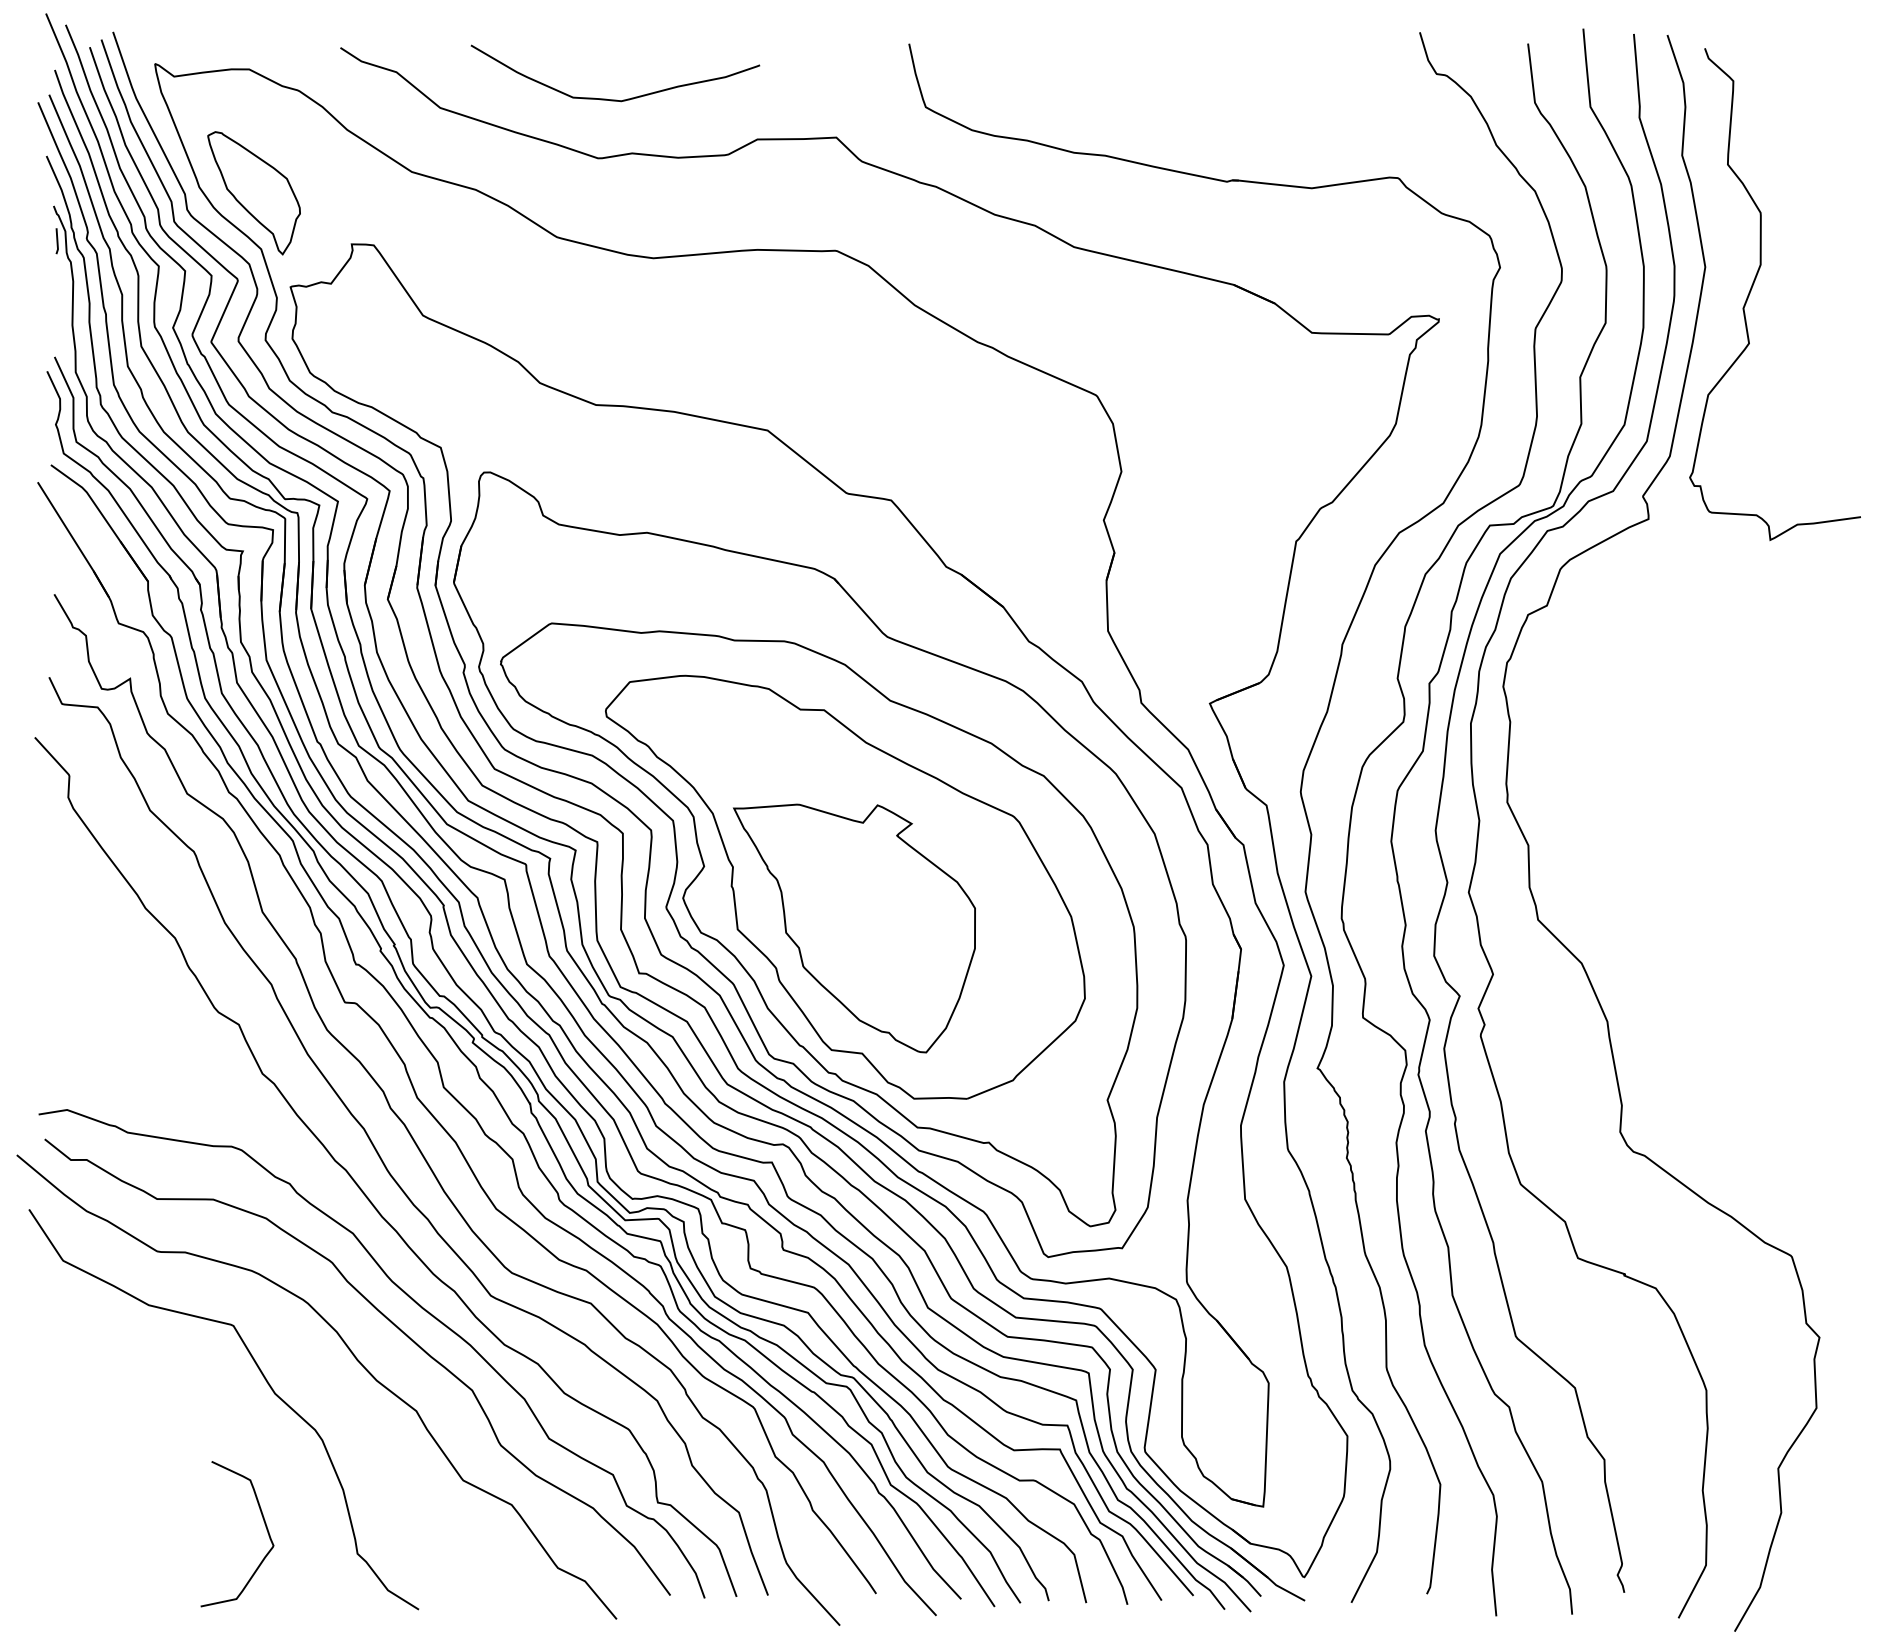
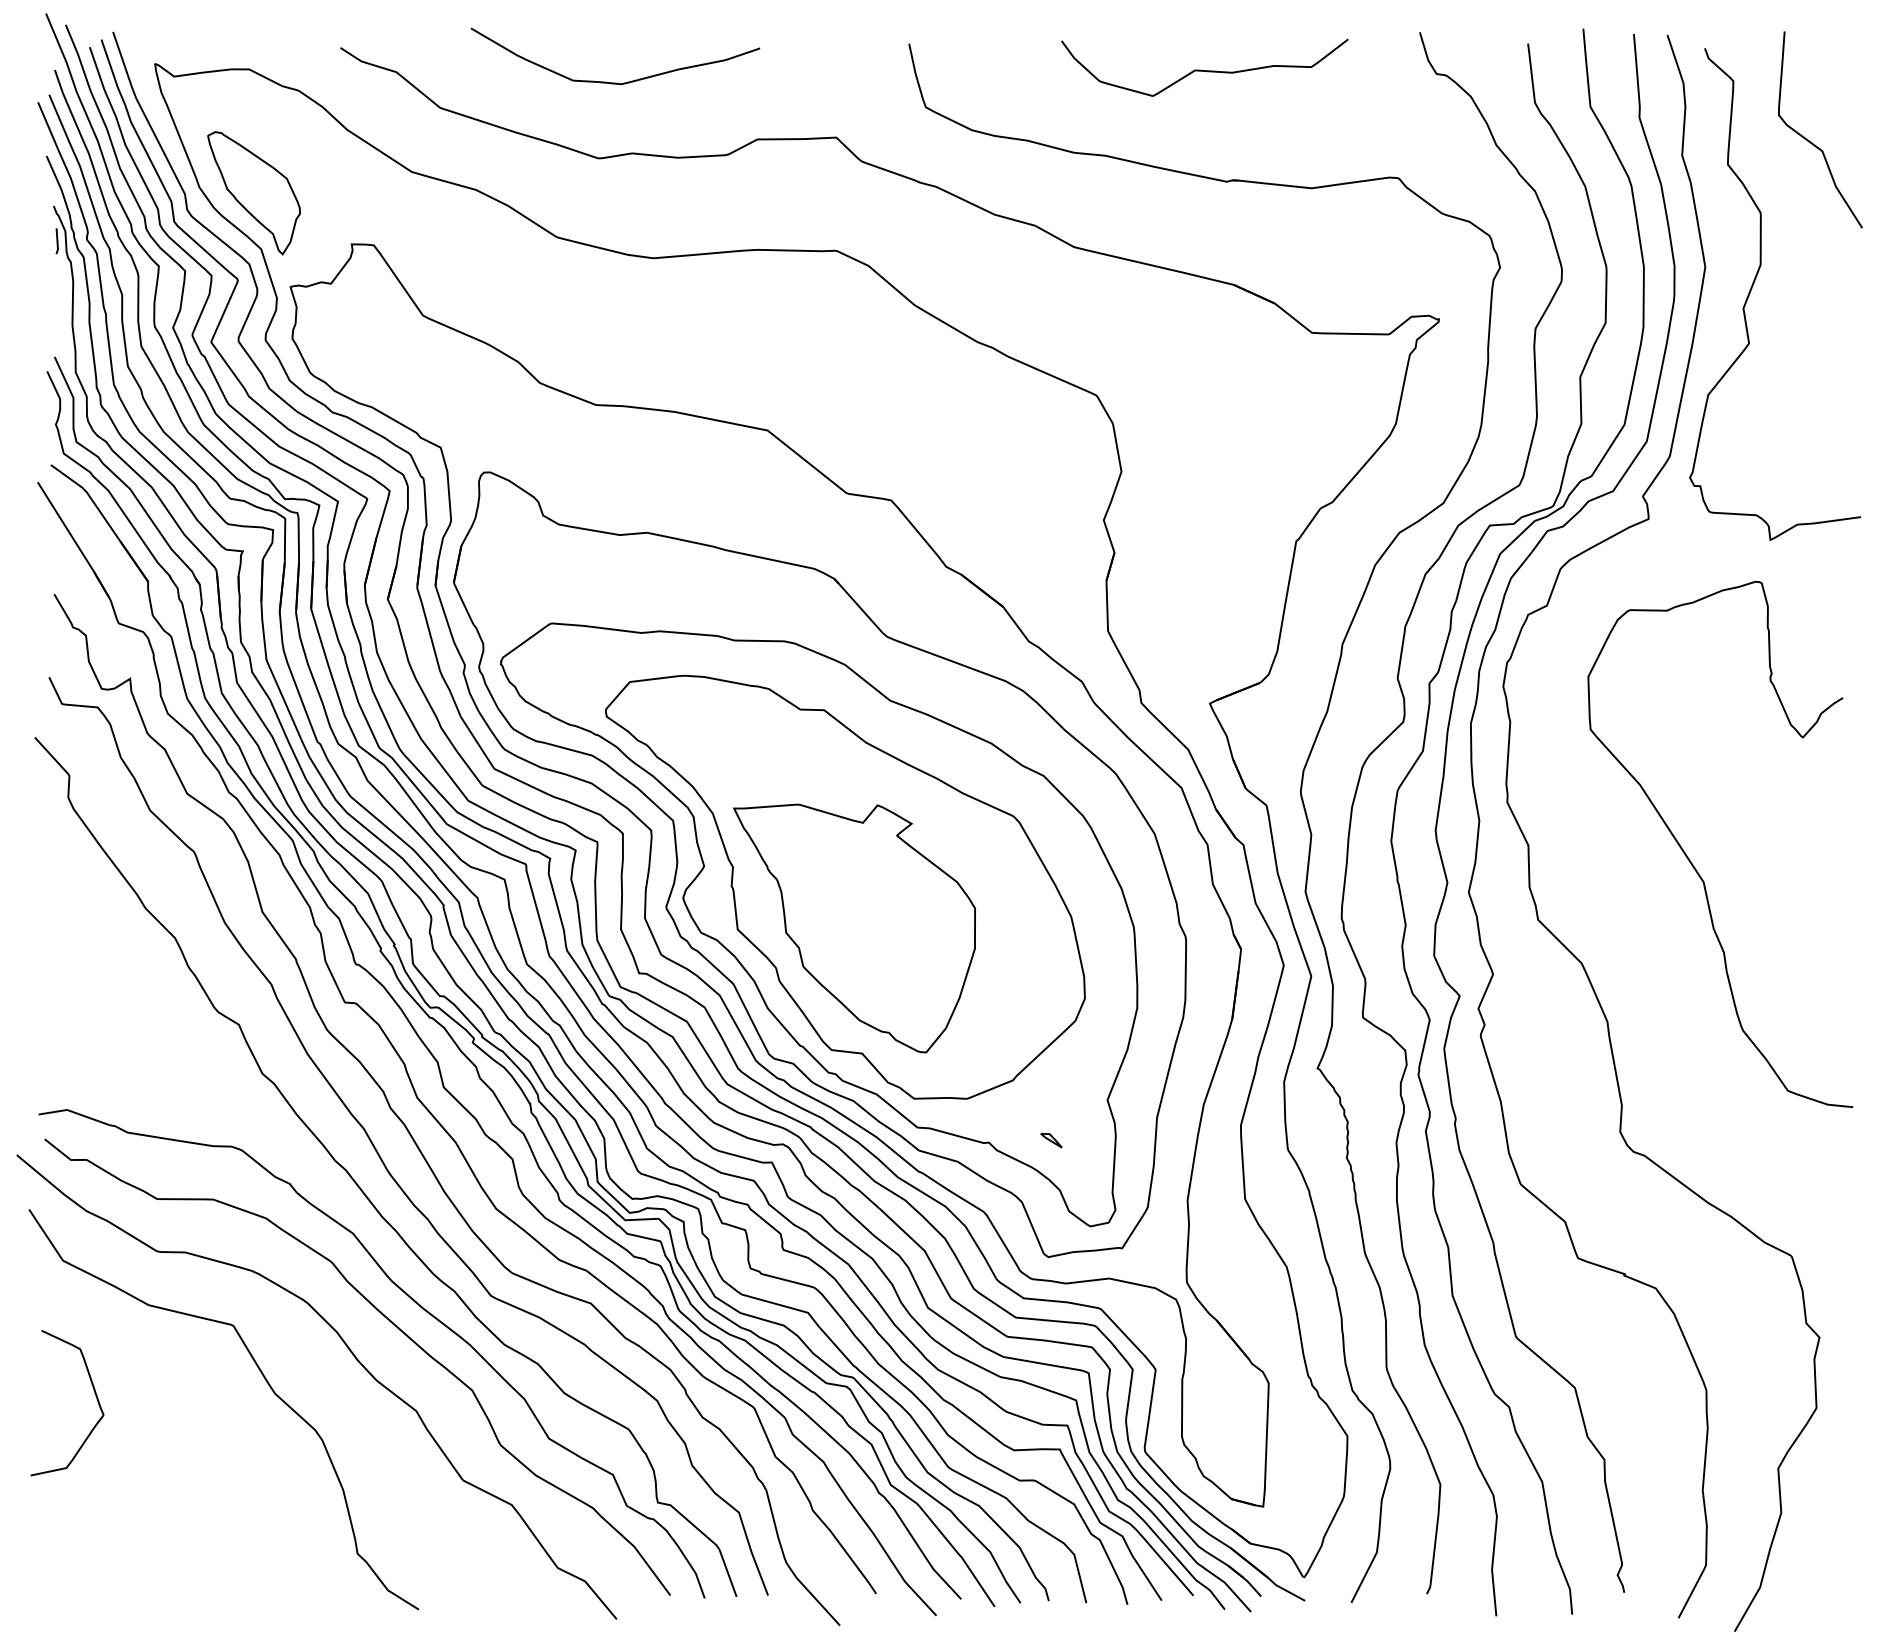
curve at (1204, 70): none -> present
curve at (615, 99) position: (615, 99) -> (615, 82)
curve at (1812, 142): none -> present
curve at (1691, 861): none -> present
part at (1051, 1140): none -> present
curve at (264, 1524) position: (264, 1524) -> (94, 1393)
